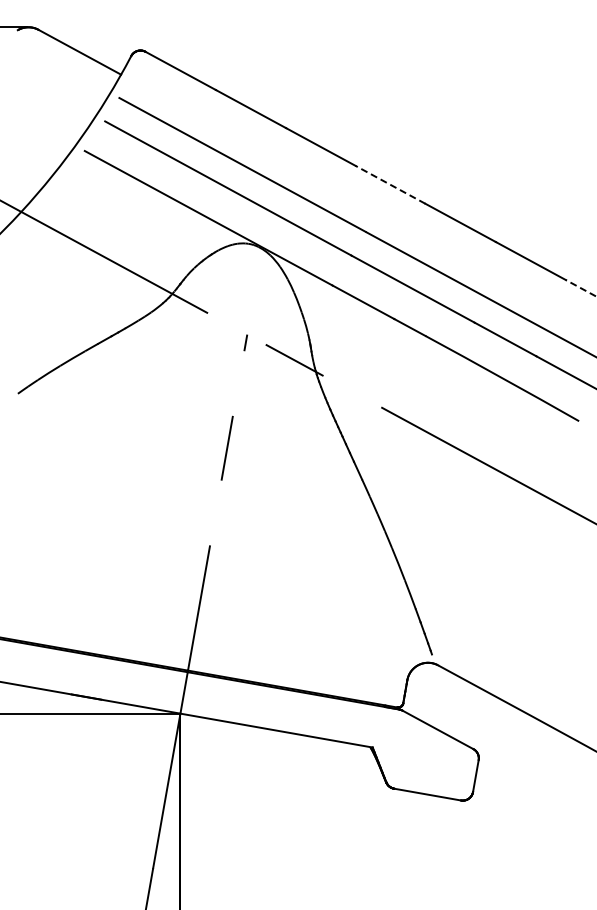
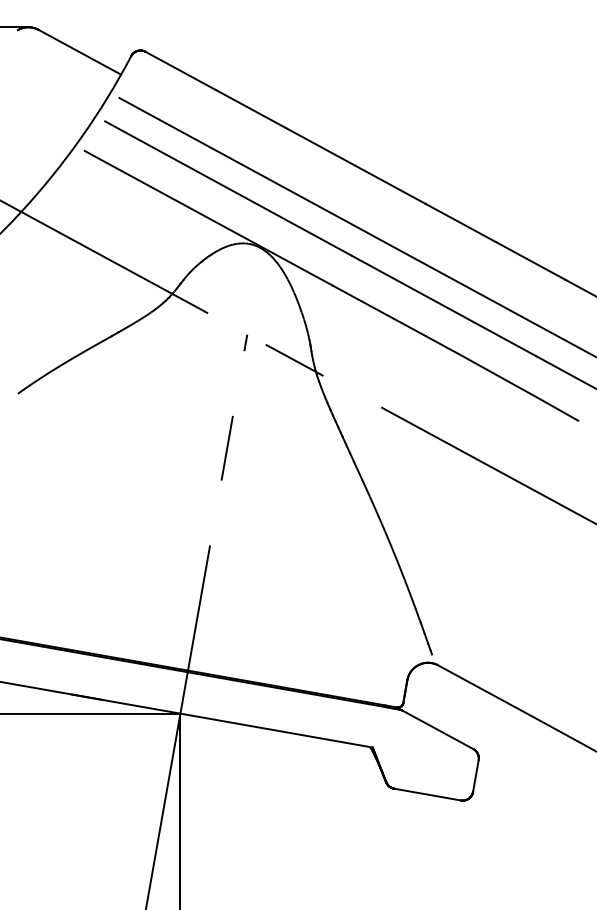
line at (390, 184): dashed -> solid
line at (580, 288): dashed -> solid
